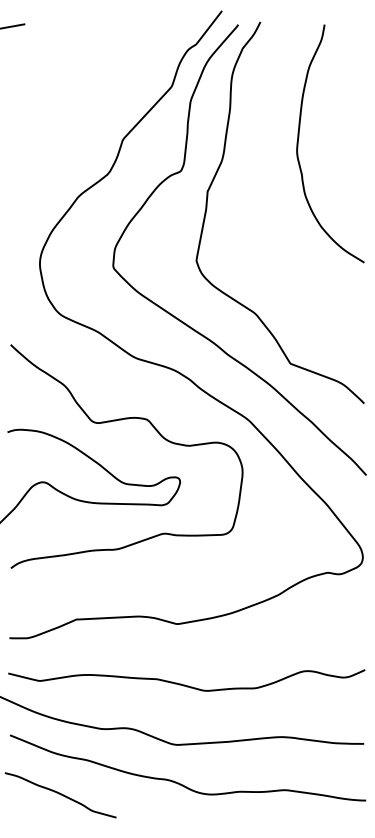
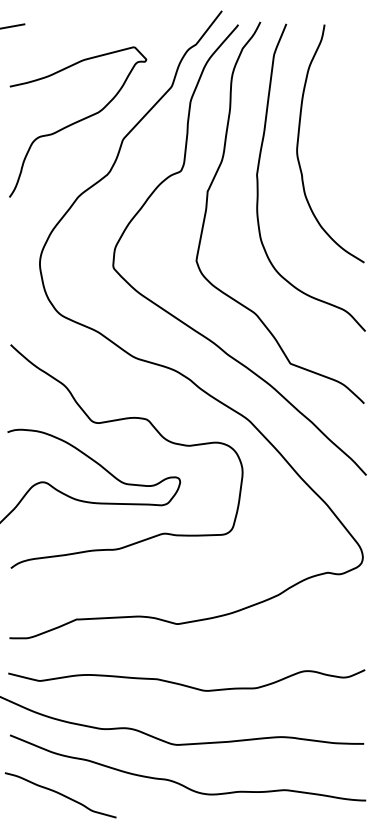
curve at (78, 121): none -> present
curve at (258, 177): none -> present
